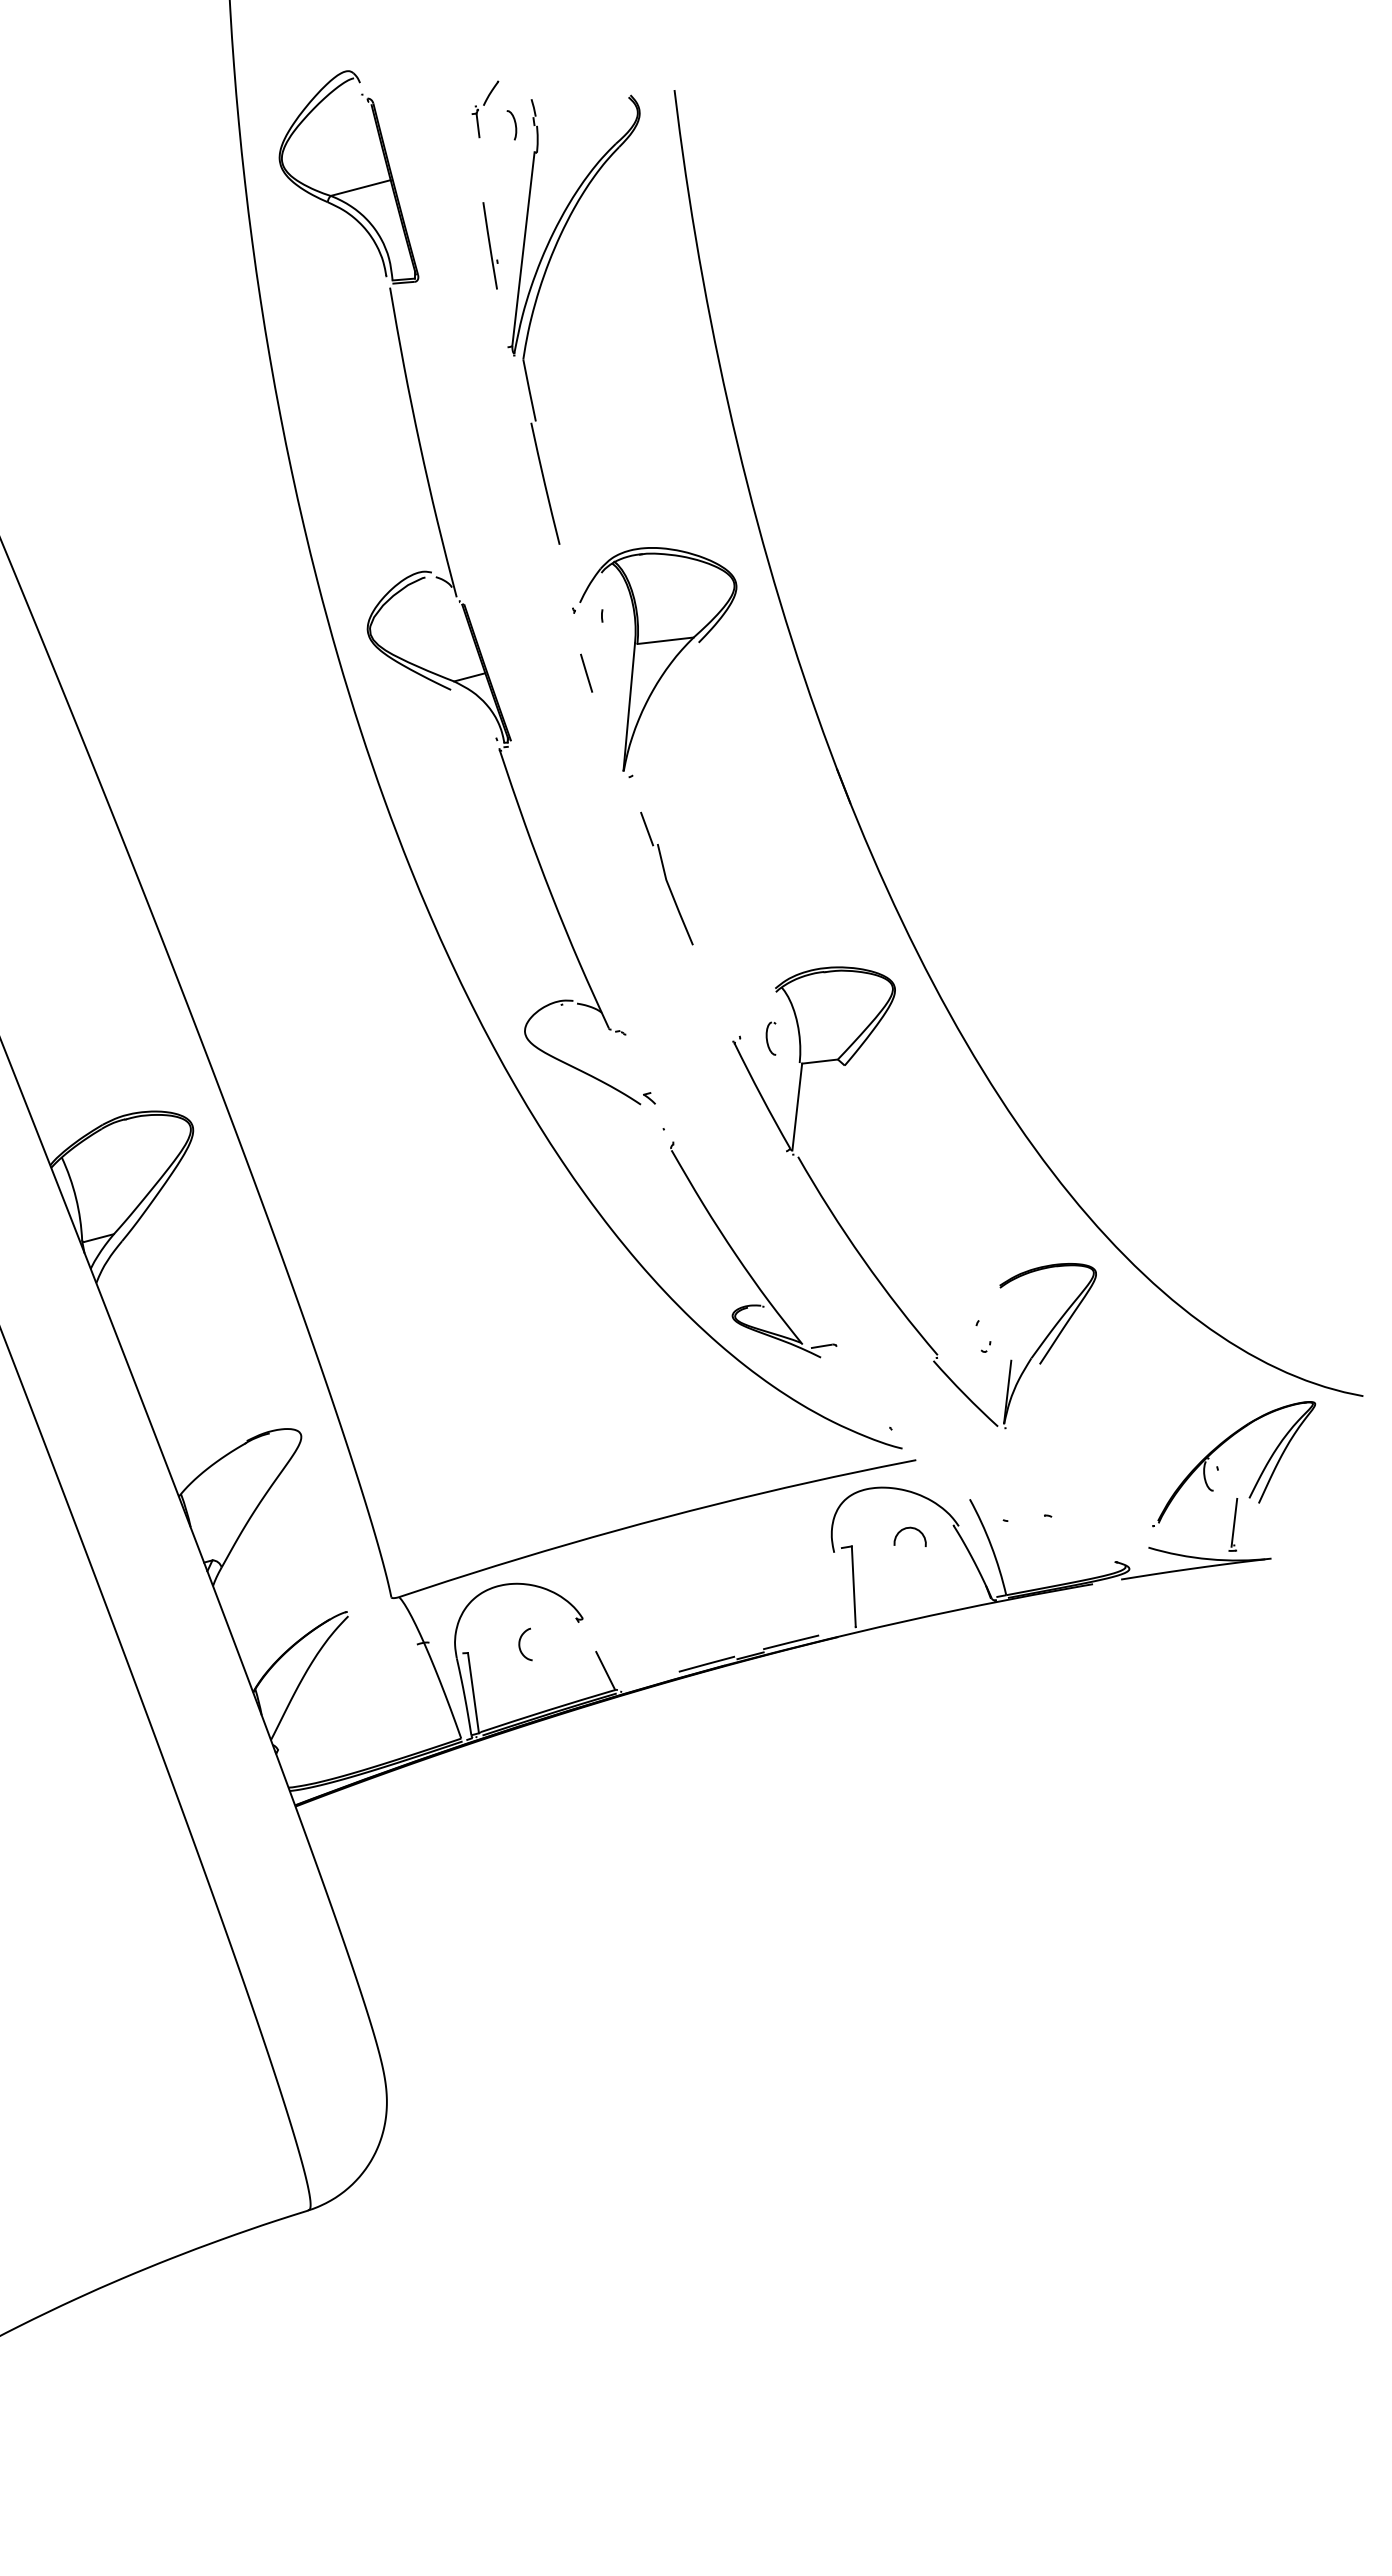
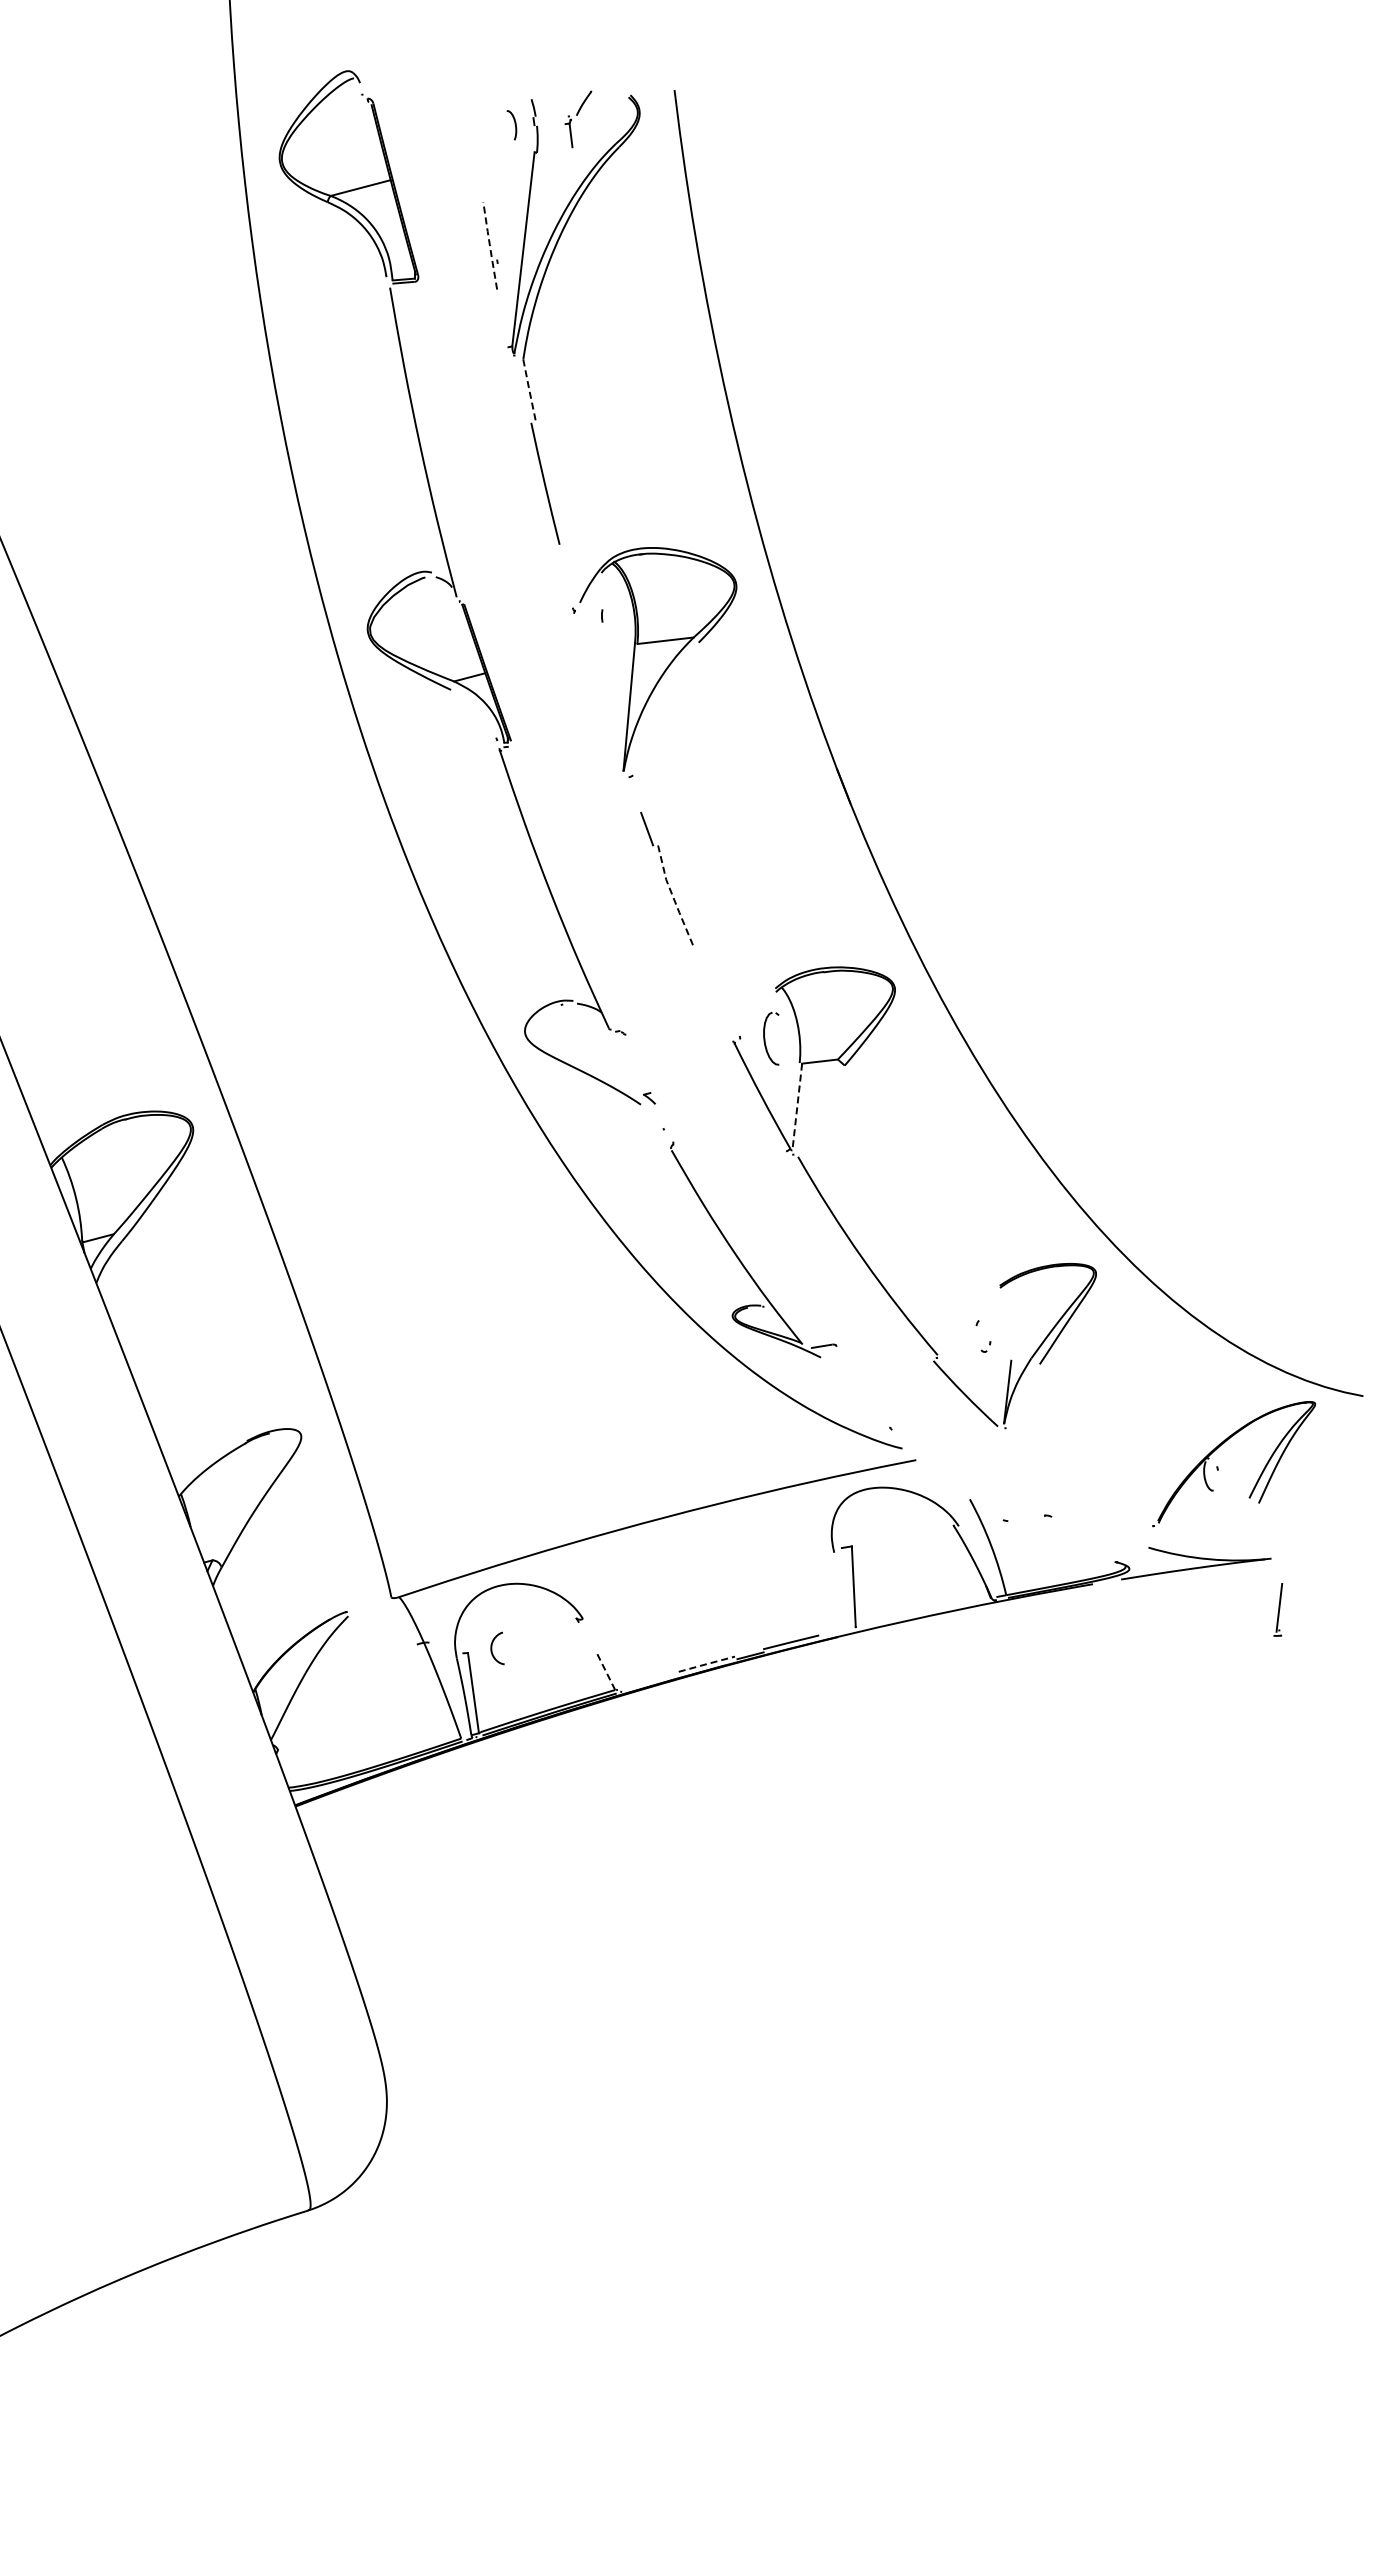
part at (485, 109) position: (485, 109) -> (578, 119)
line at (489, 245): solid -> dashed
line at (529, 390): solid -> dashed
line at (586, 672): present -> none
line at (672, 895): solid -> dashed
part at (770, 1038) size: 12x35 px -> 17x55 px
line at (797, 1107): solid -> dashed
part at (1233, 1524) position: (1233, 1524) -> (1278, 1609)
curve at (909, 1528): present -> none
curve at (520, 1644) position: (520, 1644) -> (492, 1648)
line at (706, 1664): solid -> dashed
line at (605, 1670): solid -> dashed
